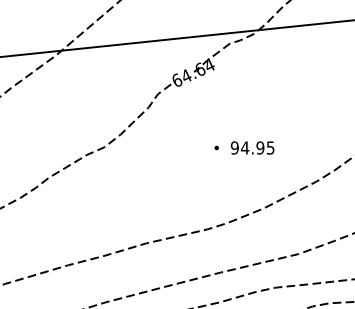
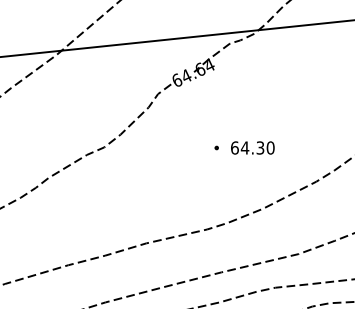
text at (252, 147): 94.95 -> 64.30
